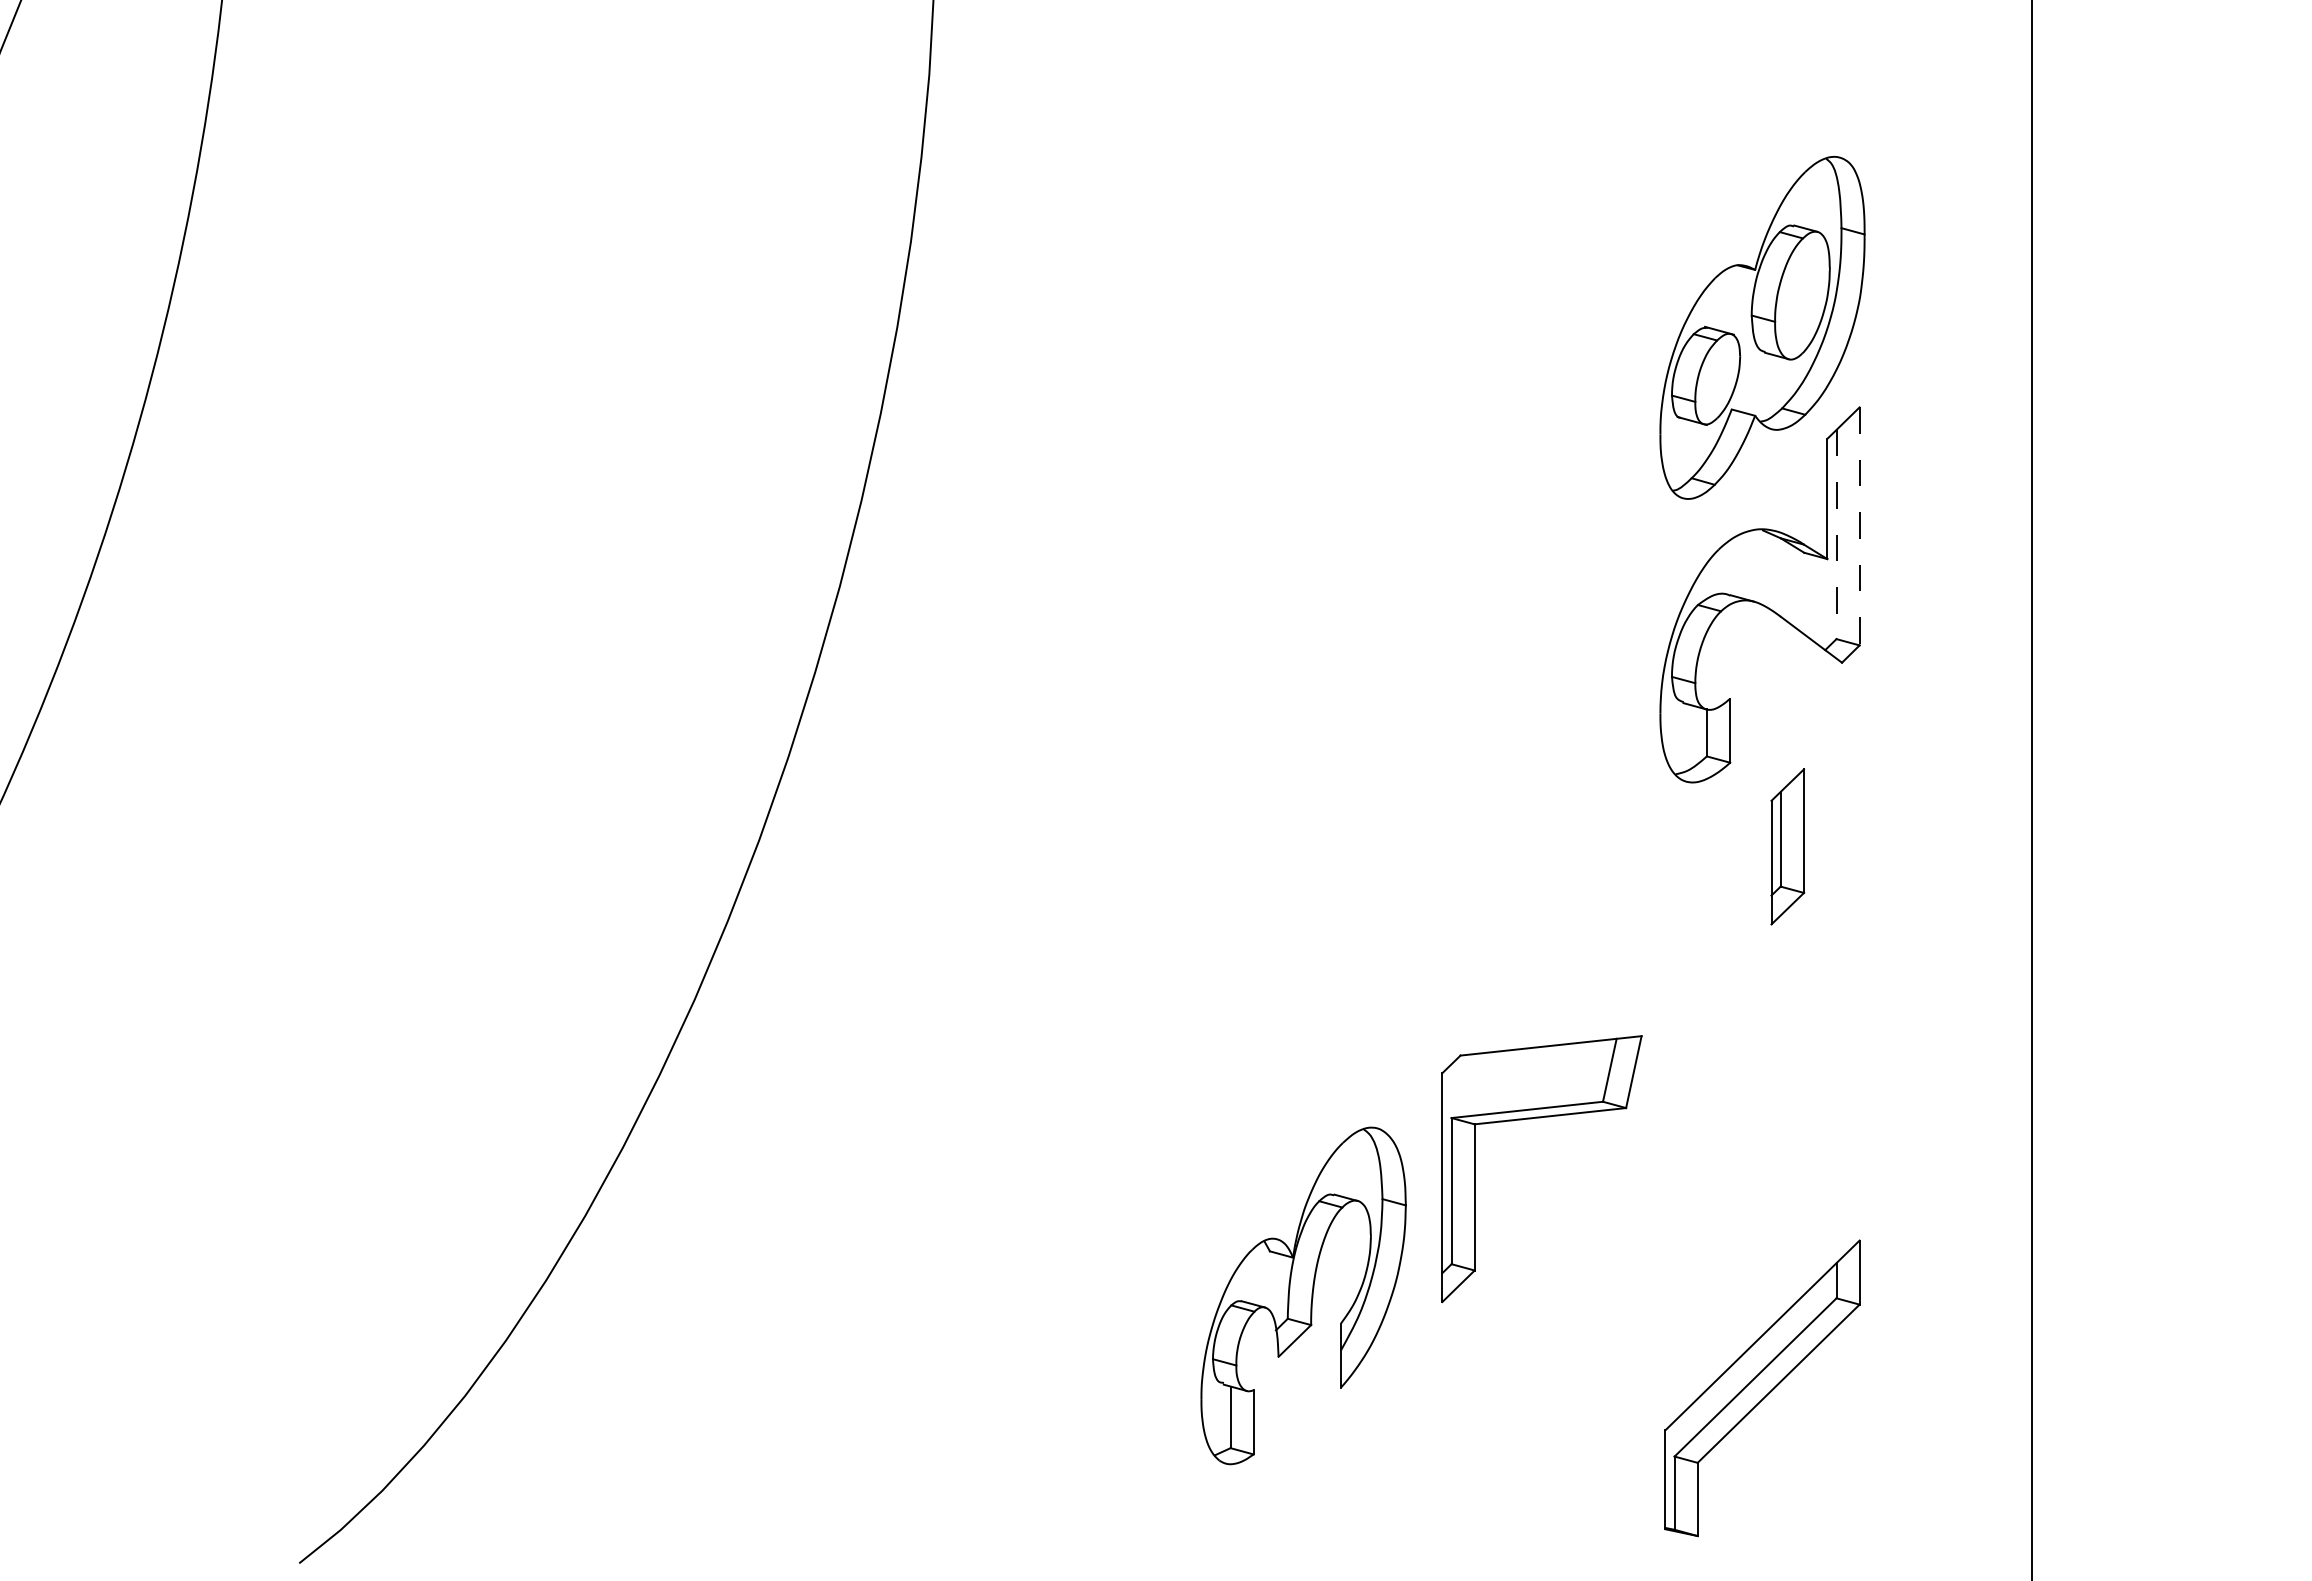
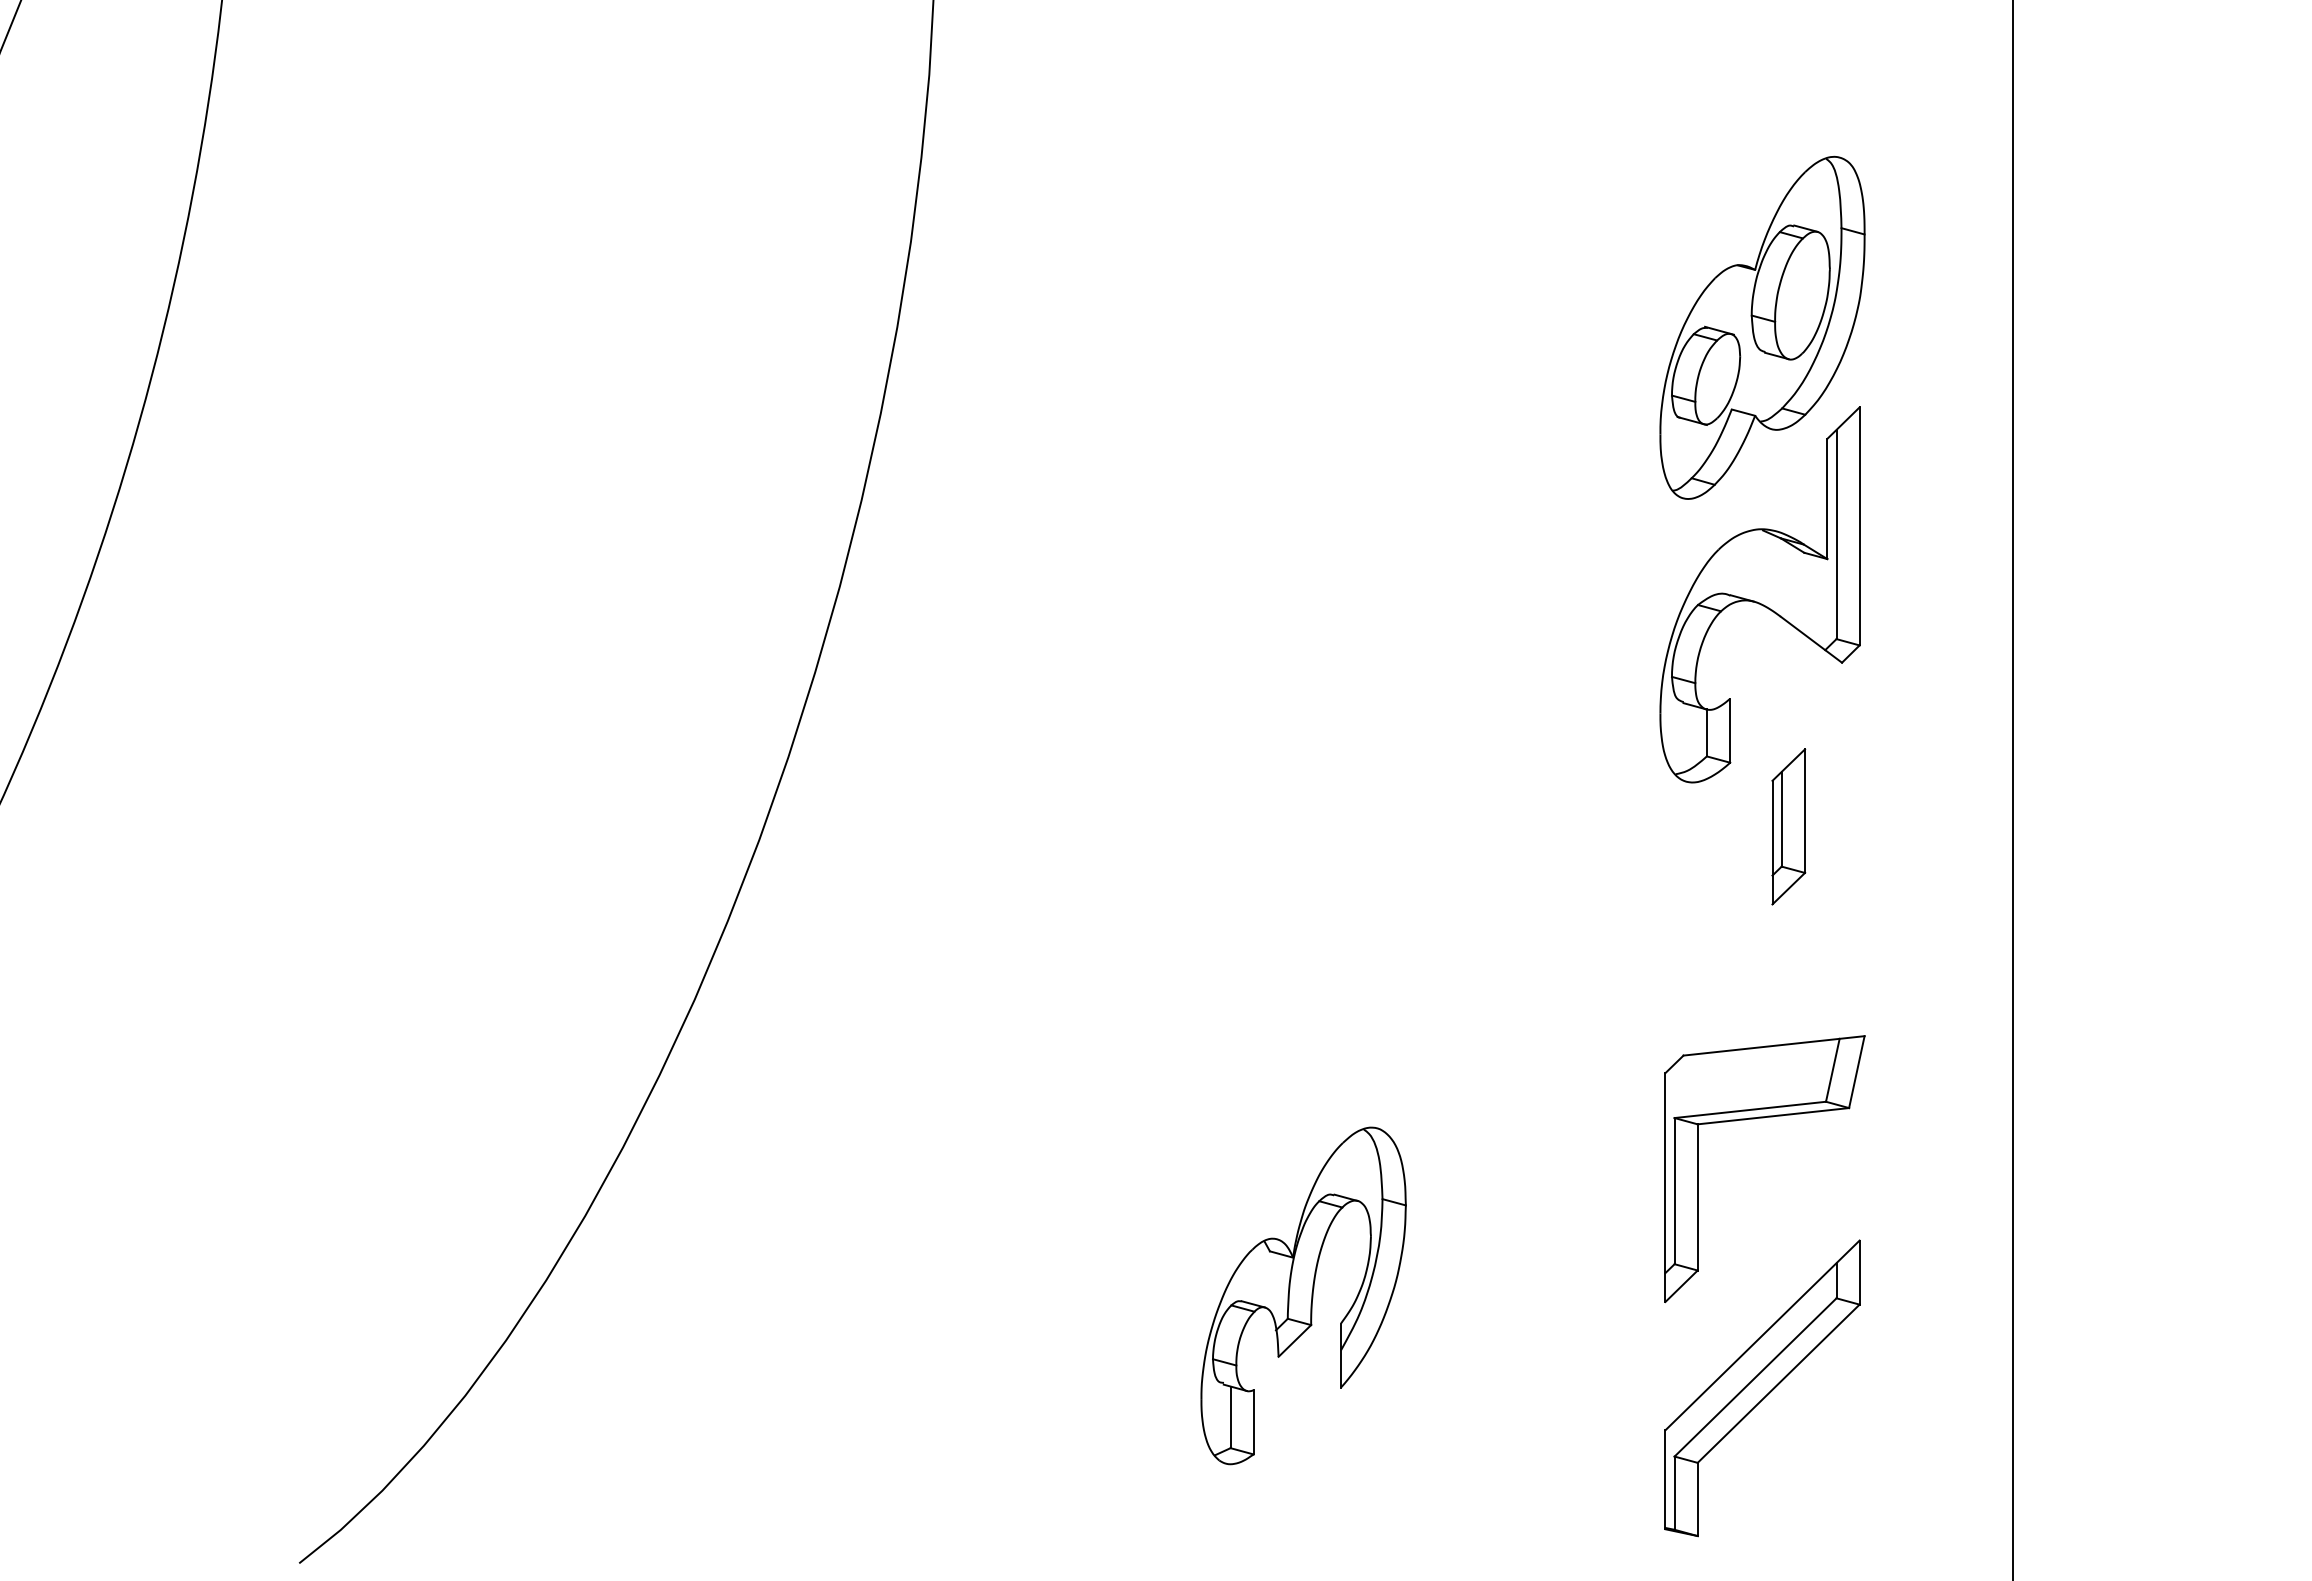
line at (1859, 526): dashed -> solid
line at (1836, 534): dashed -> solid
line at (2032, 789) position: (2032, 789) -> (2013, 789)
part at (1787, 846) position: (1787, 846) -> (1788, 826)
part at (1531, 1119) position: (1531, 1119) -> (1754, 1119)
